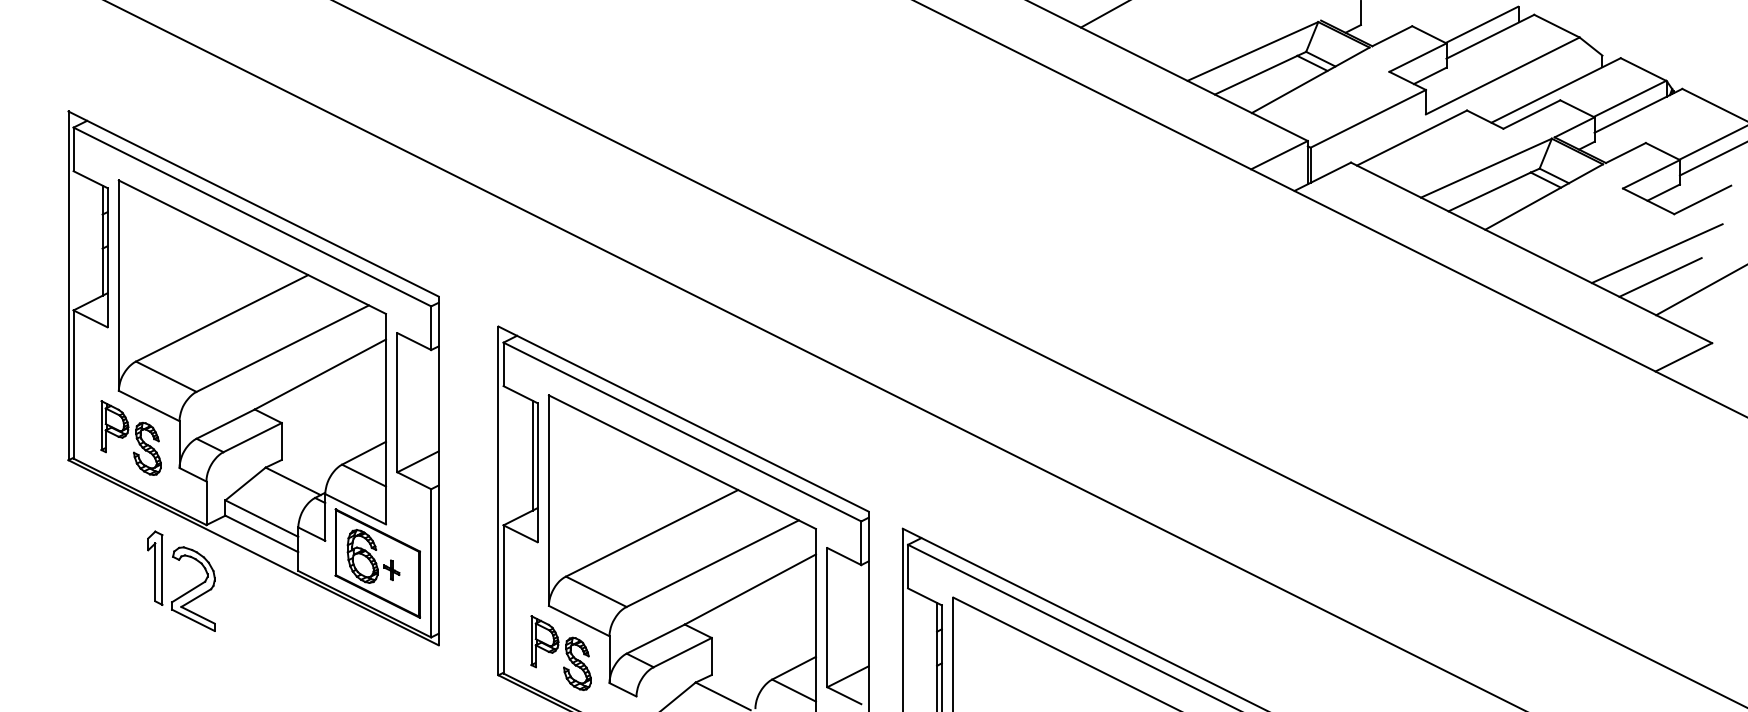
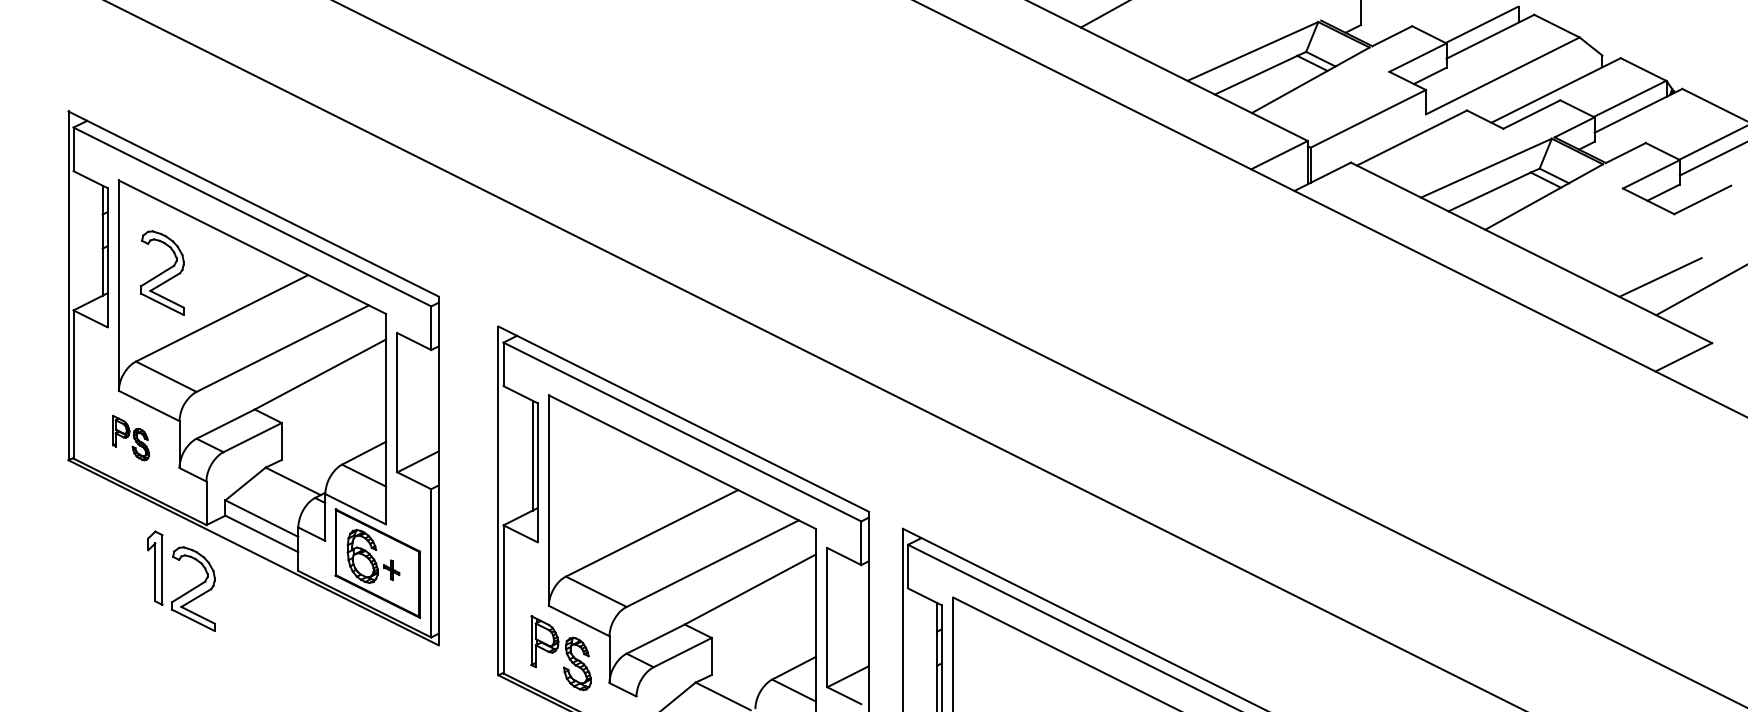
line at (1656, 253): present -> none
part at (162, 272): none -> present
part at (130, 437) size: 62x76 px -> 38x47 px
